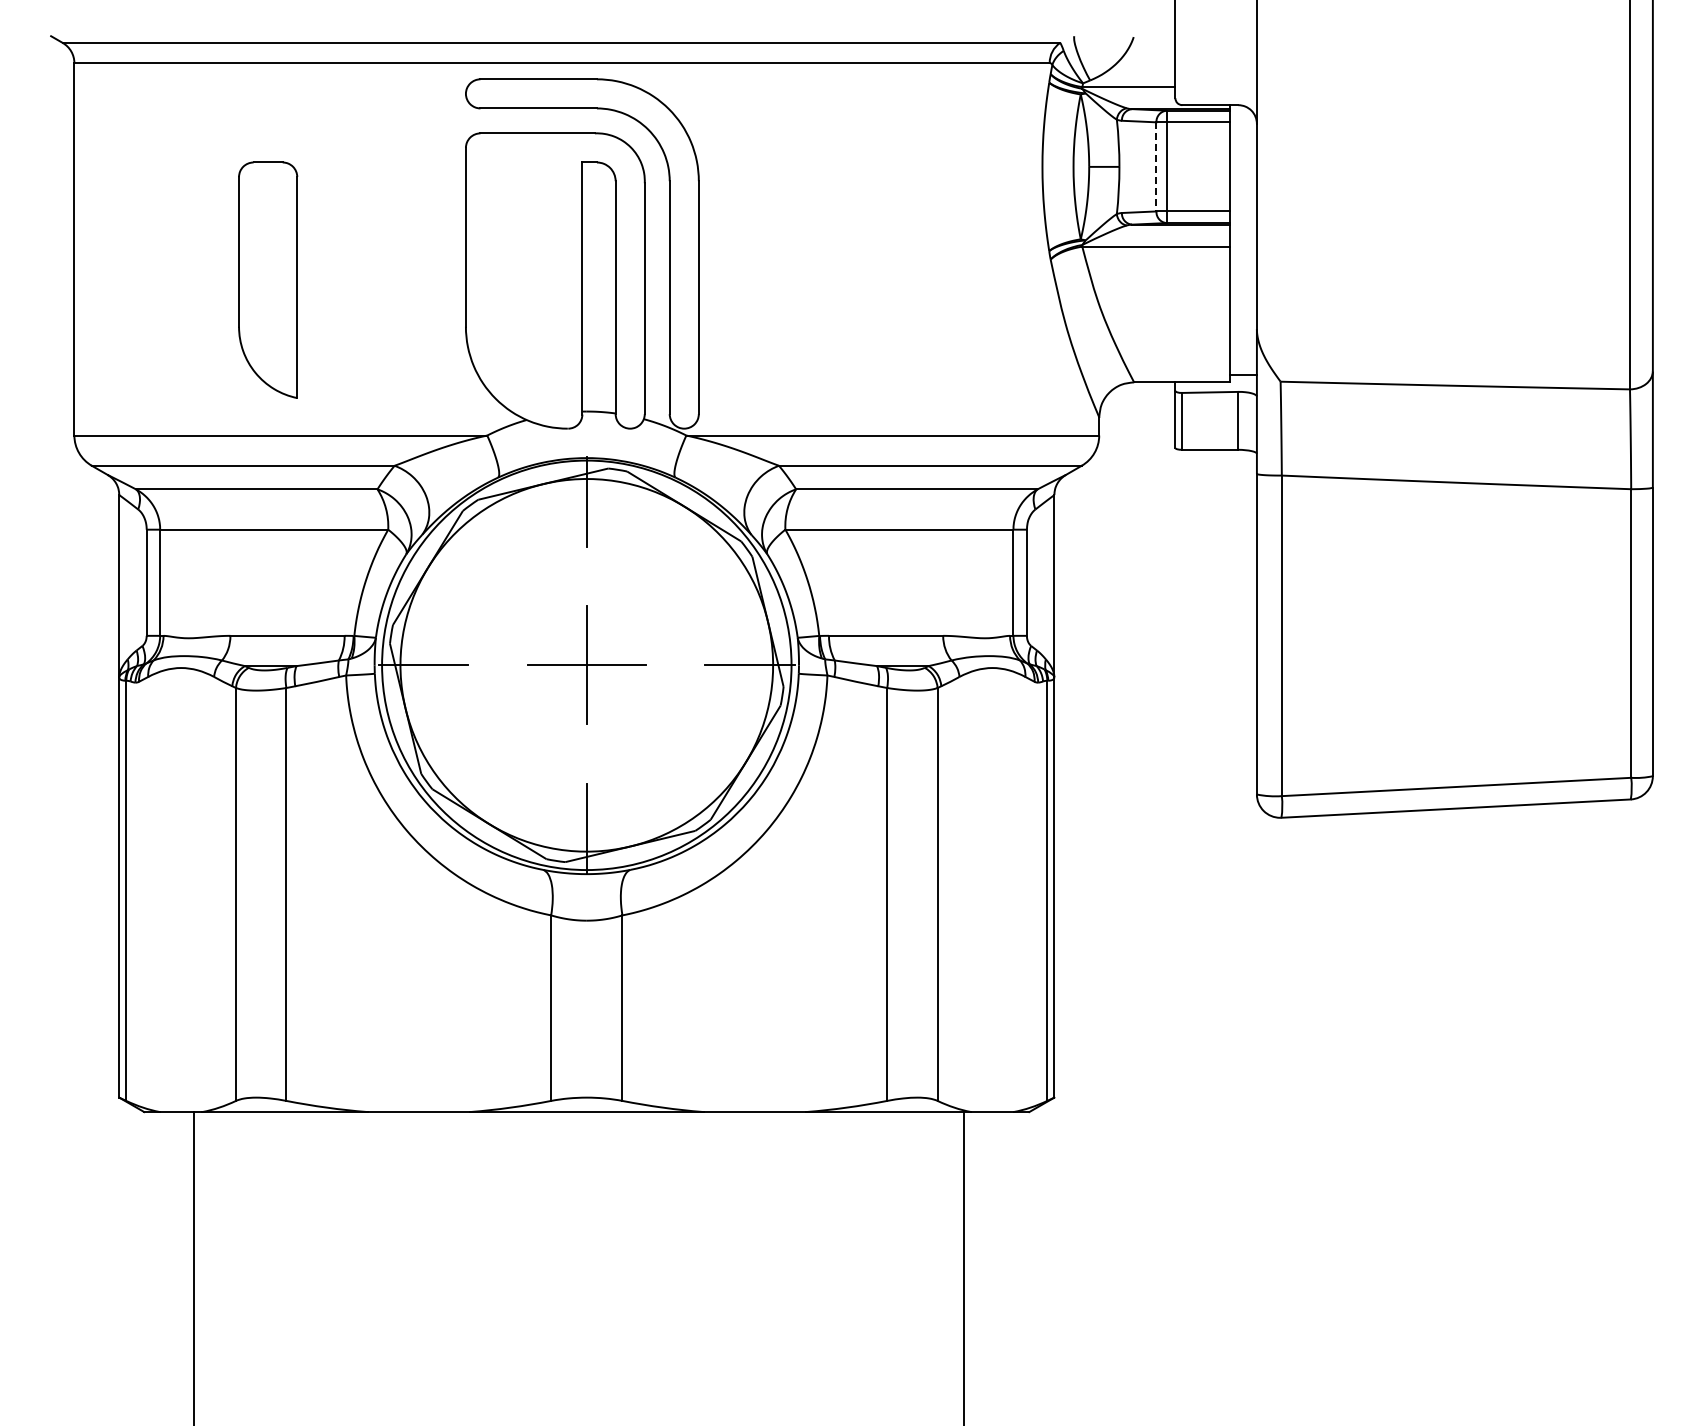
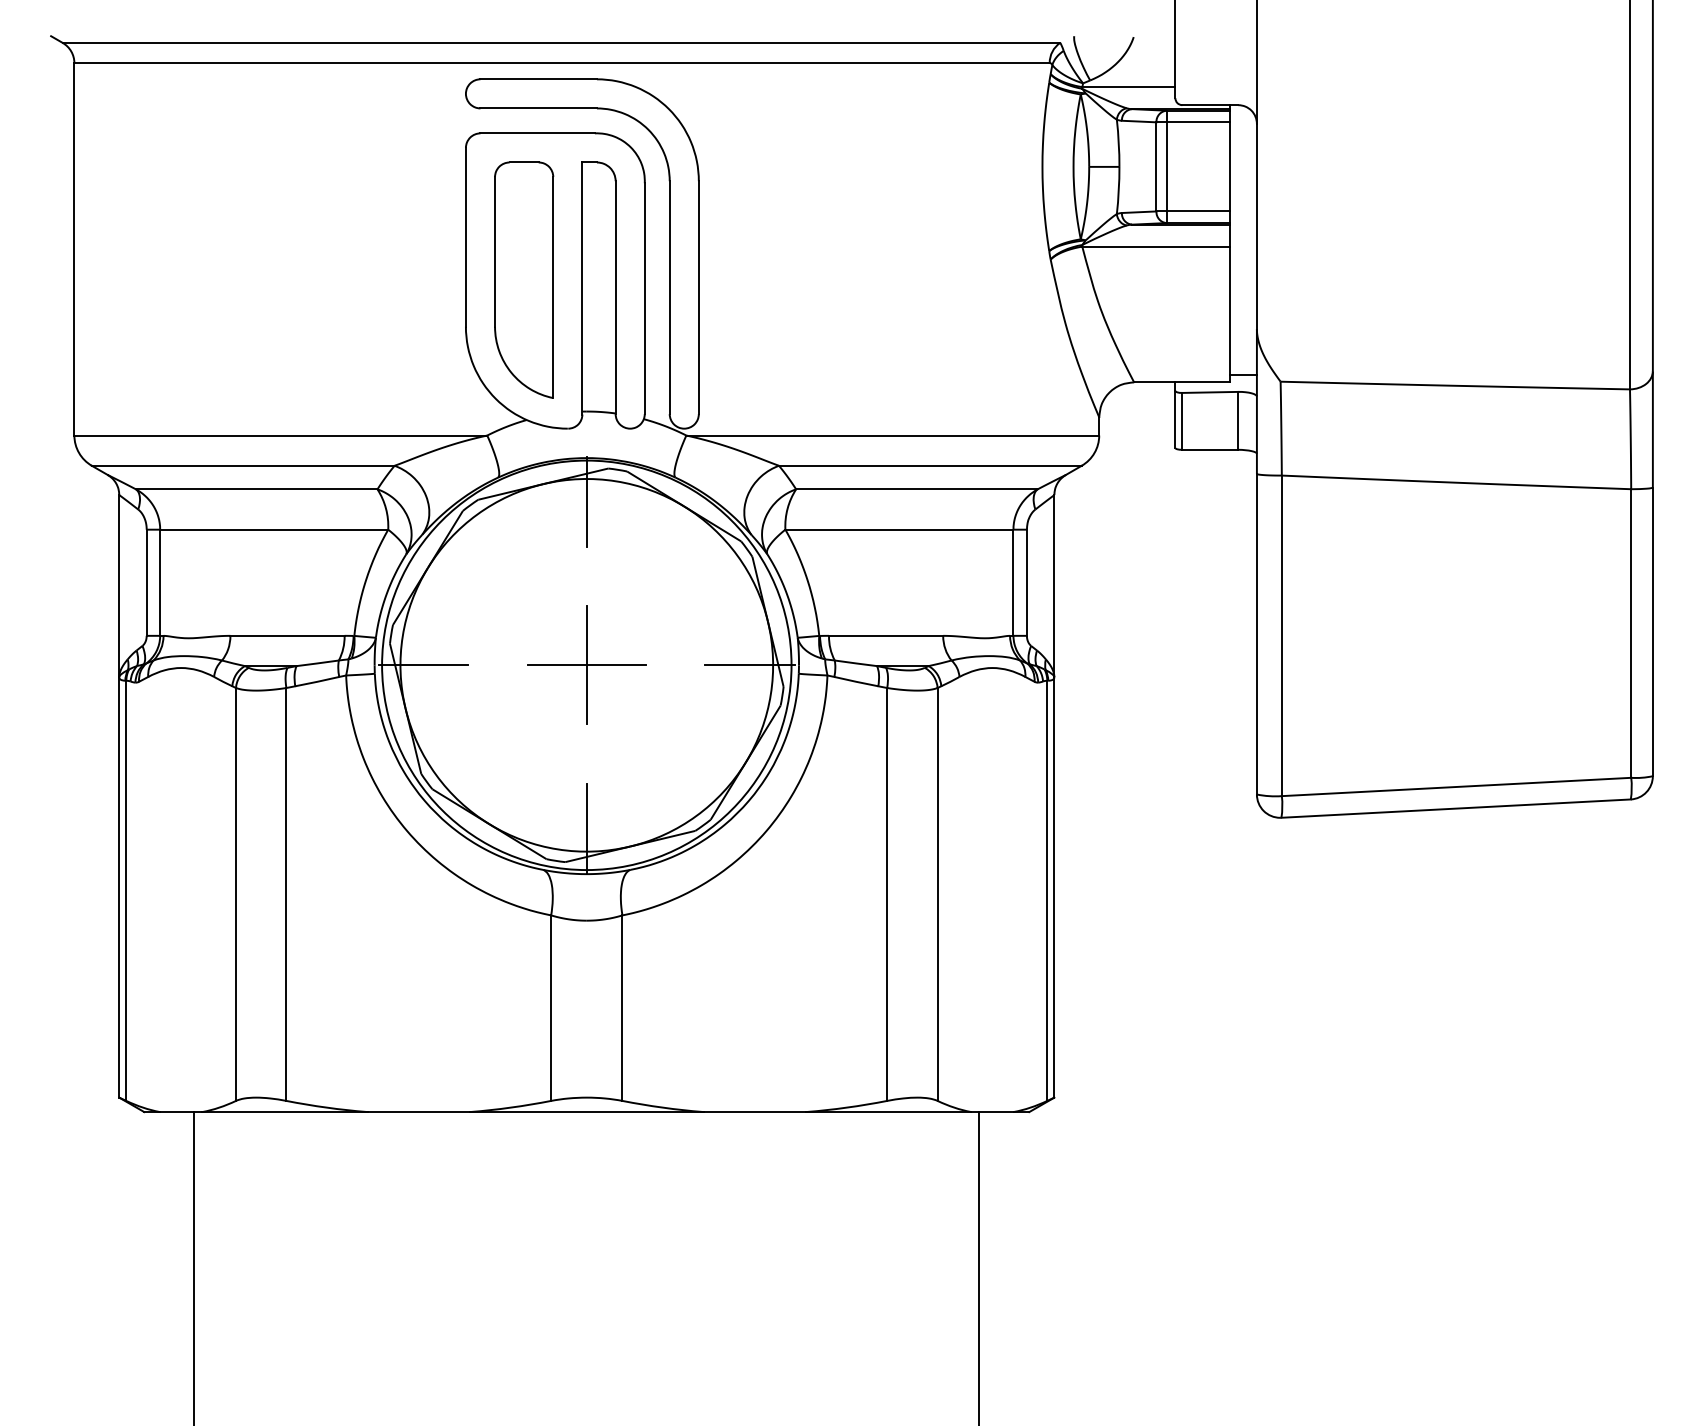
line at (1156, 166): dashed -> solid
part at (268, 279) position: (268, 279) -> (524, 279)
line at (964, 1267) position: (964, 1267) -> (979, 1267)
